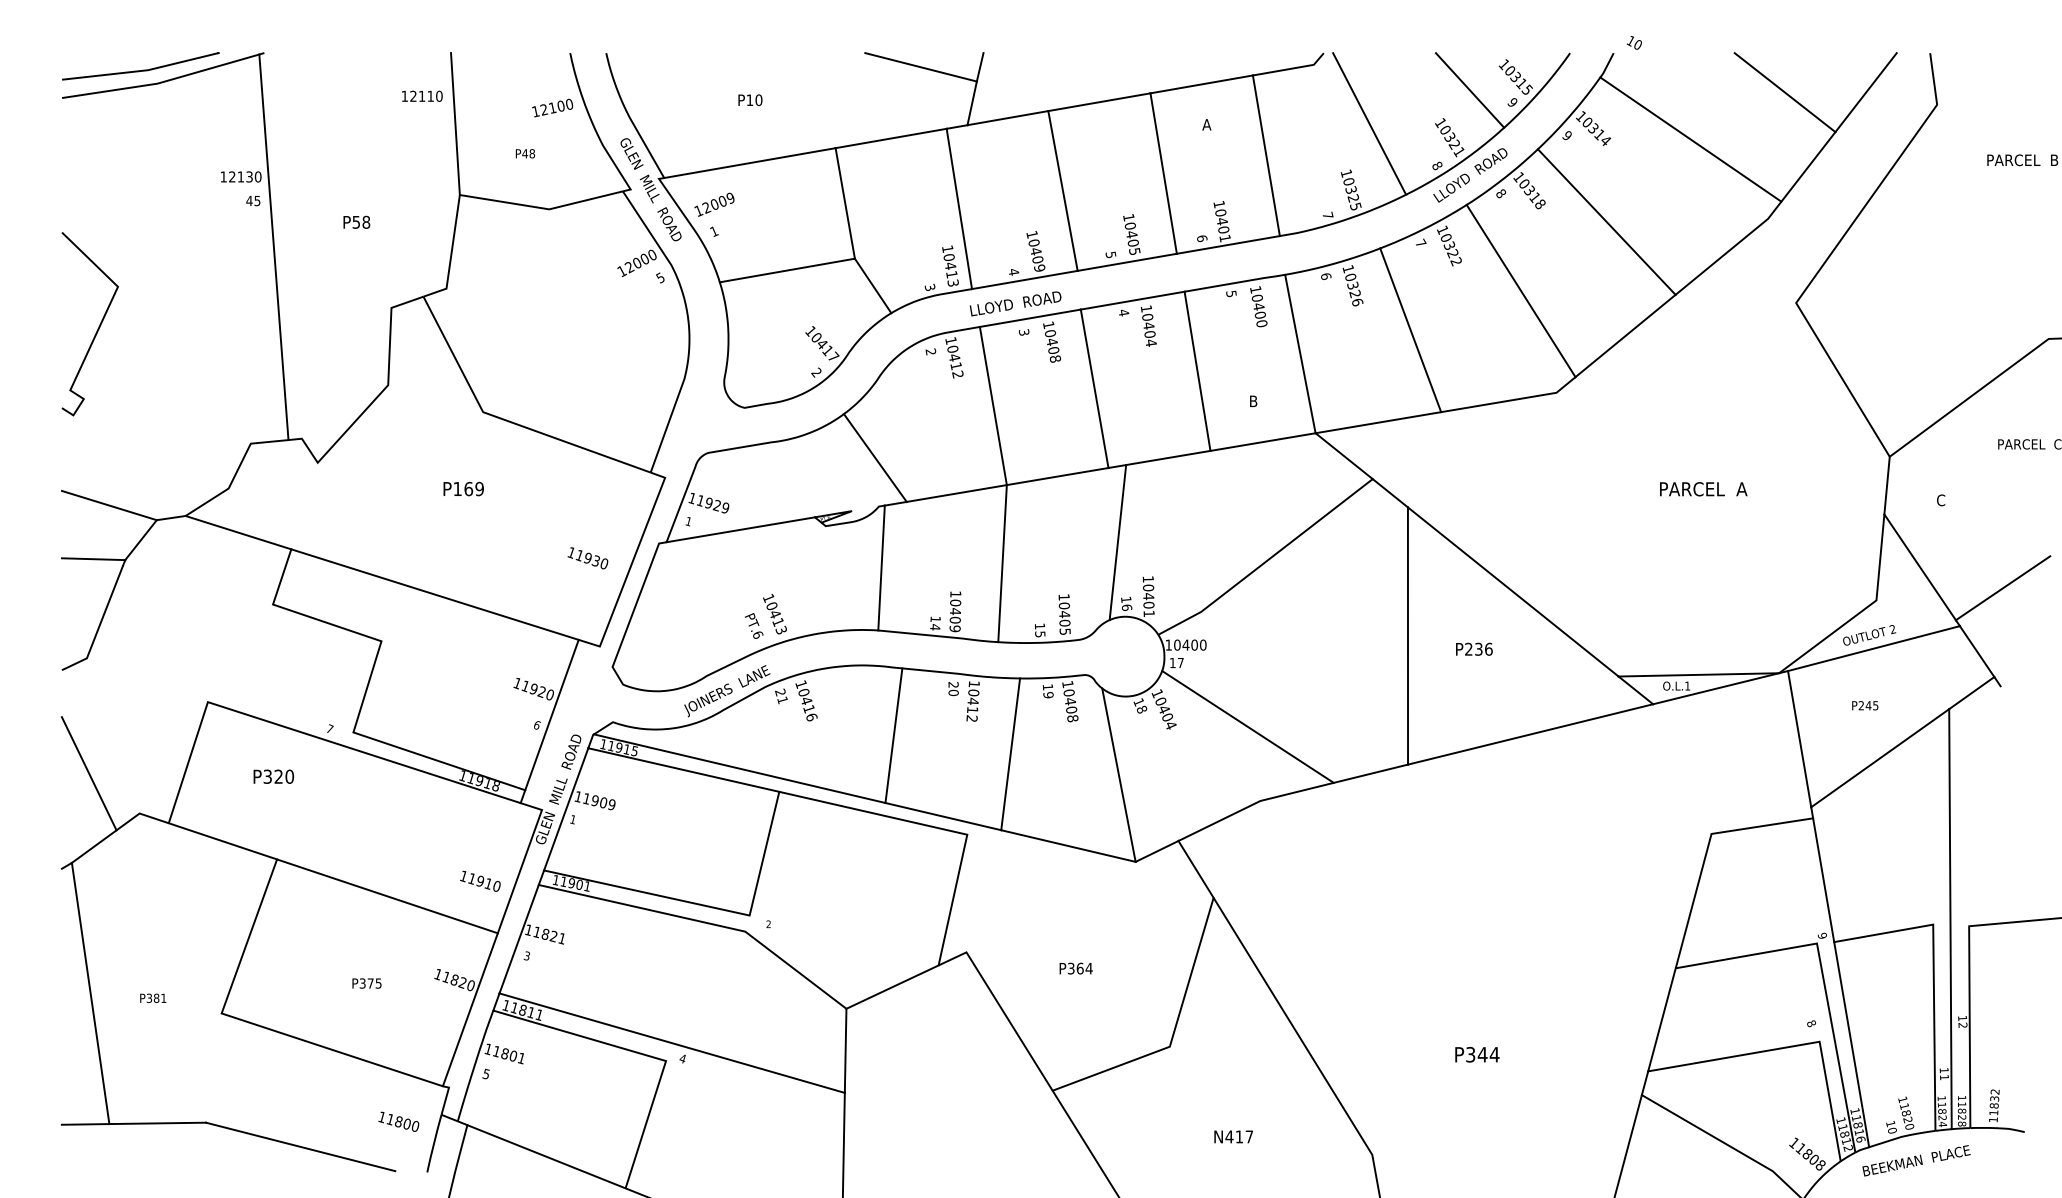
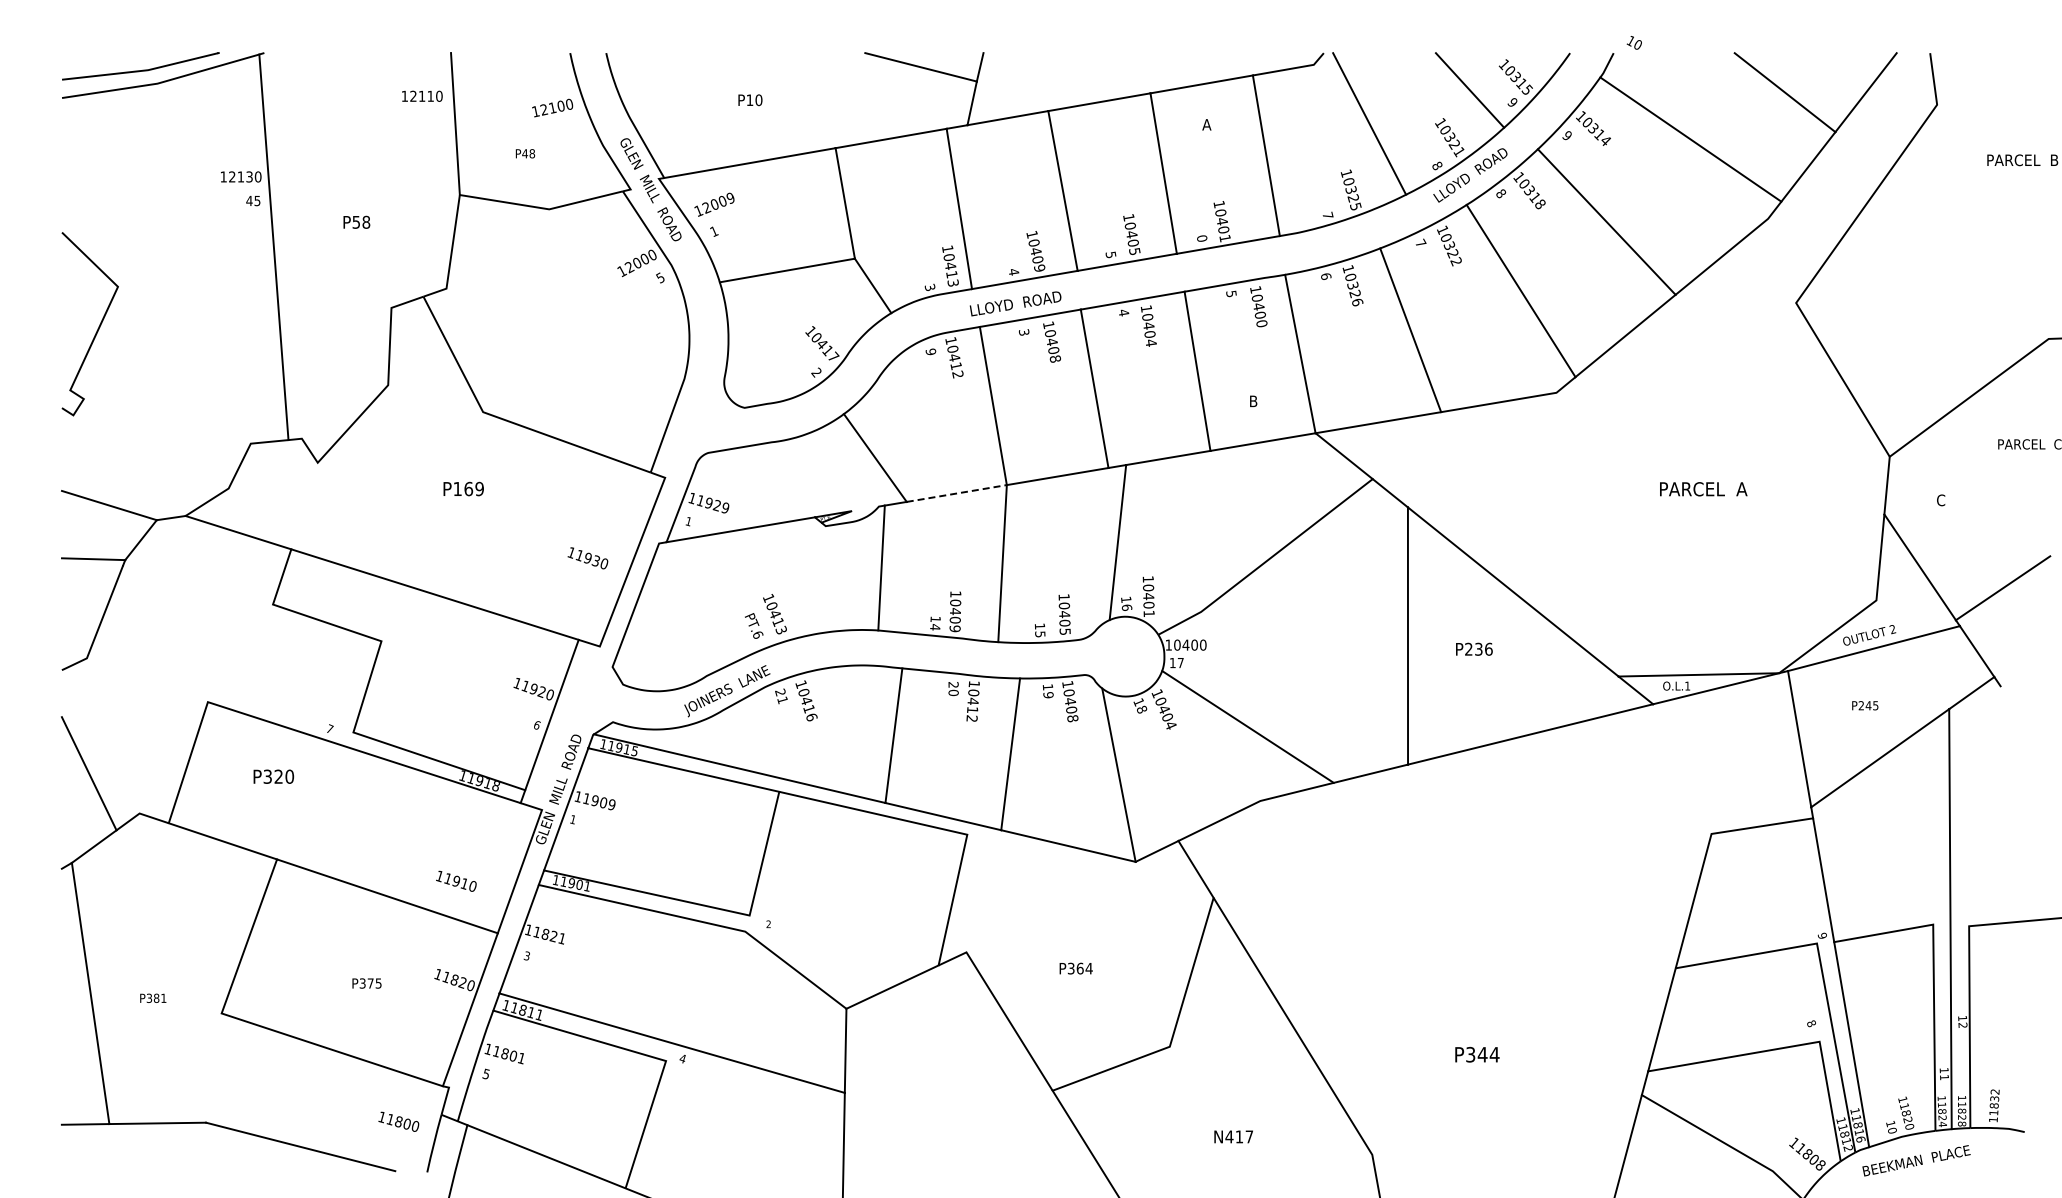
text at (1202, 238): 6 -> 0
text at (930, 351): 2 -> 9
line at (956, 493): solid -> dashed
text at (480, 880) position: (480, 880) -> (456, 880)
